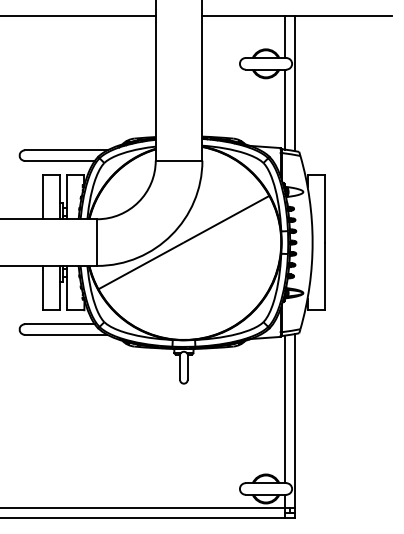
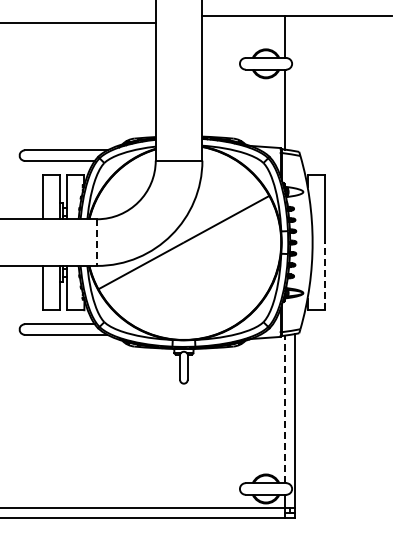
line at (78, 16) position: (78, 16) -> (78, 23)
line at (295, 83): present -> none
line at (97, 243): solid -> dashed
line at (324, 276): solid -> dashed
line at (285, 409): solid -> dashed
